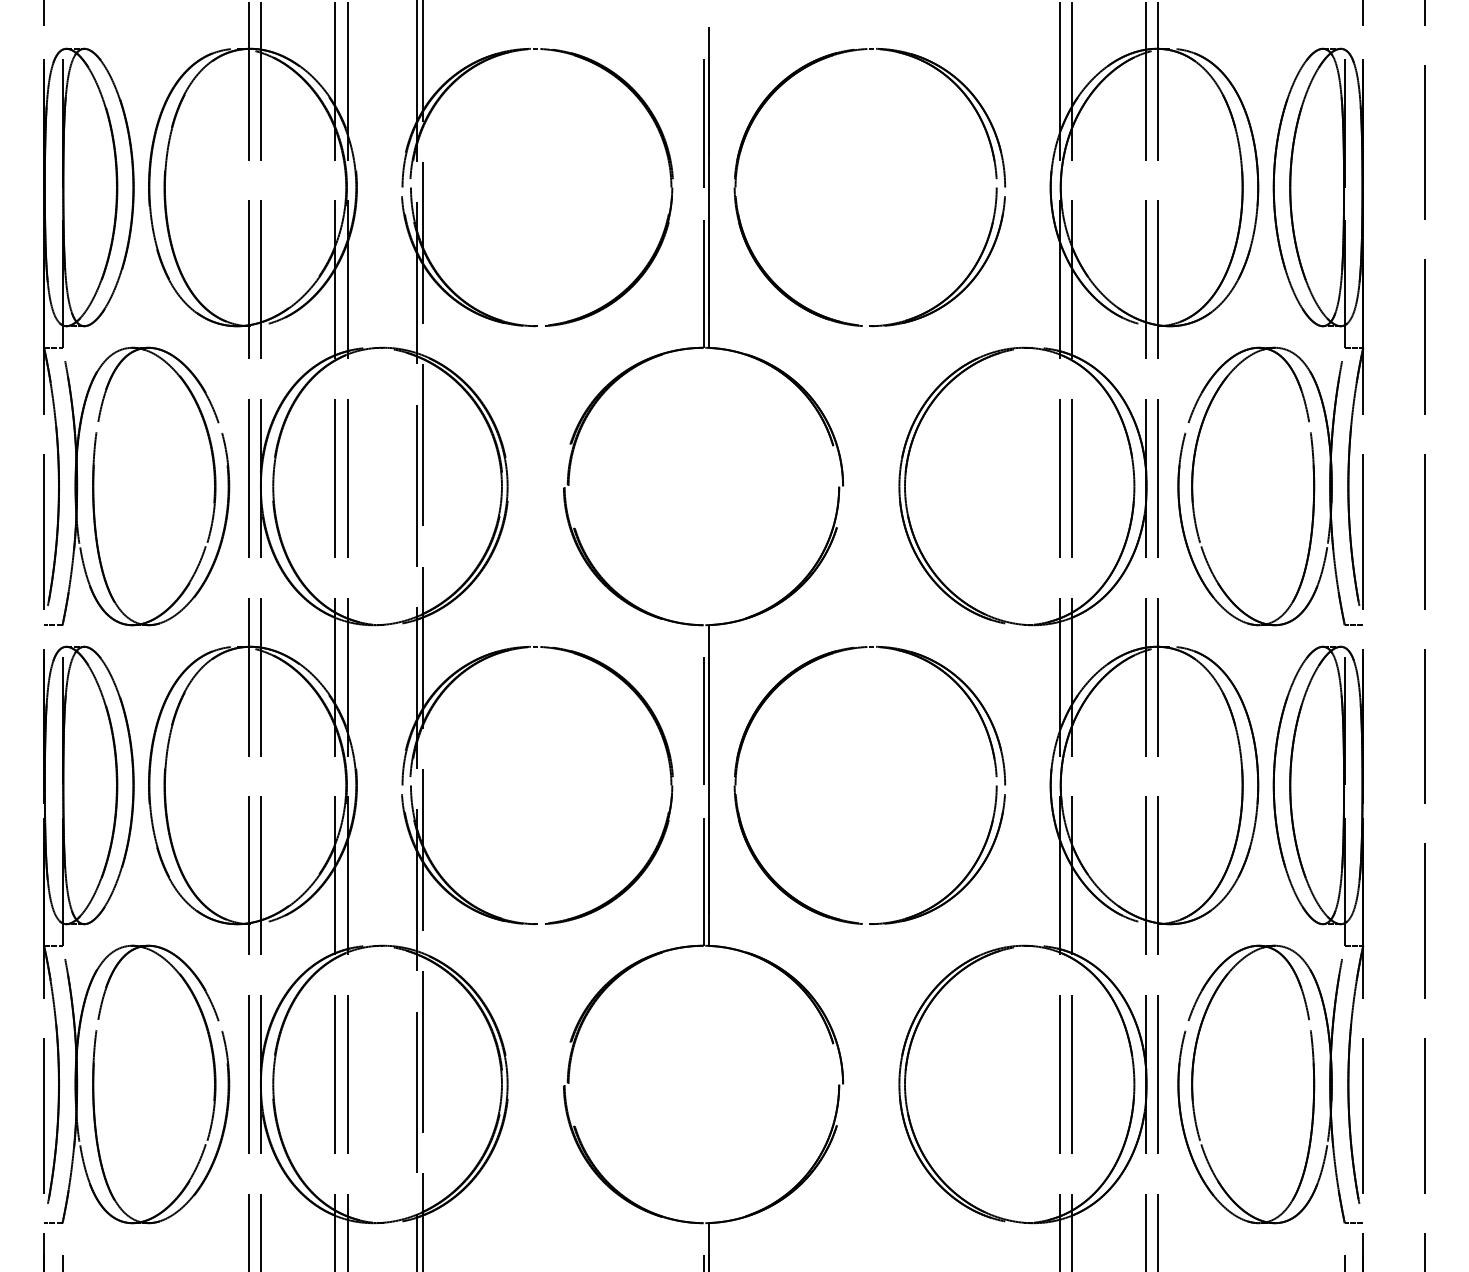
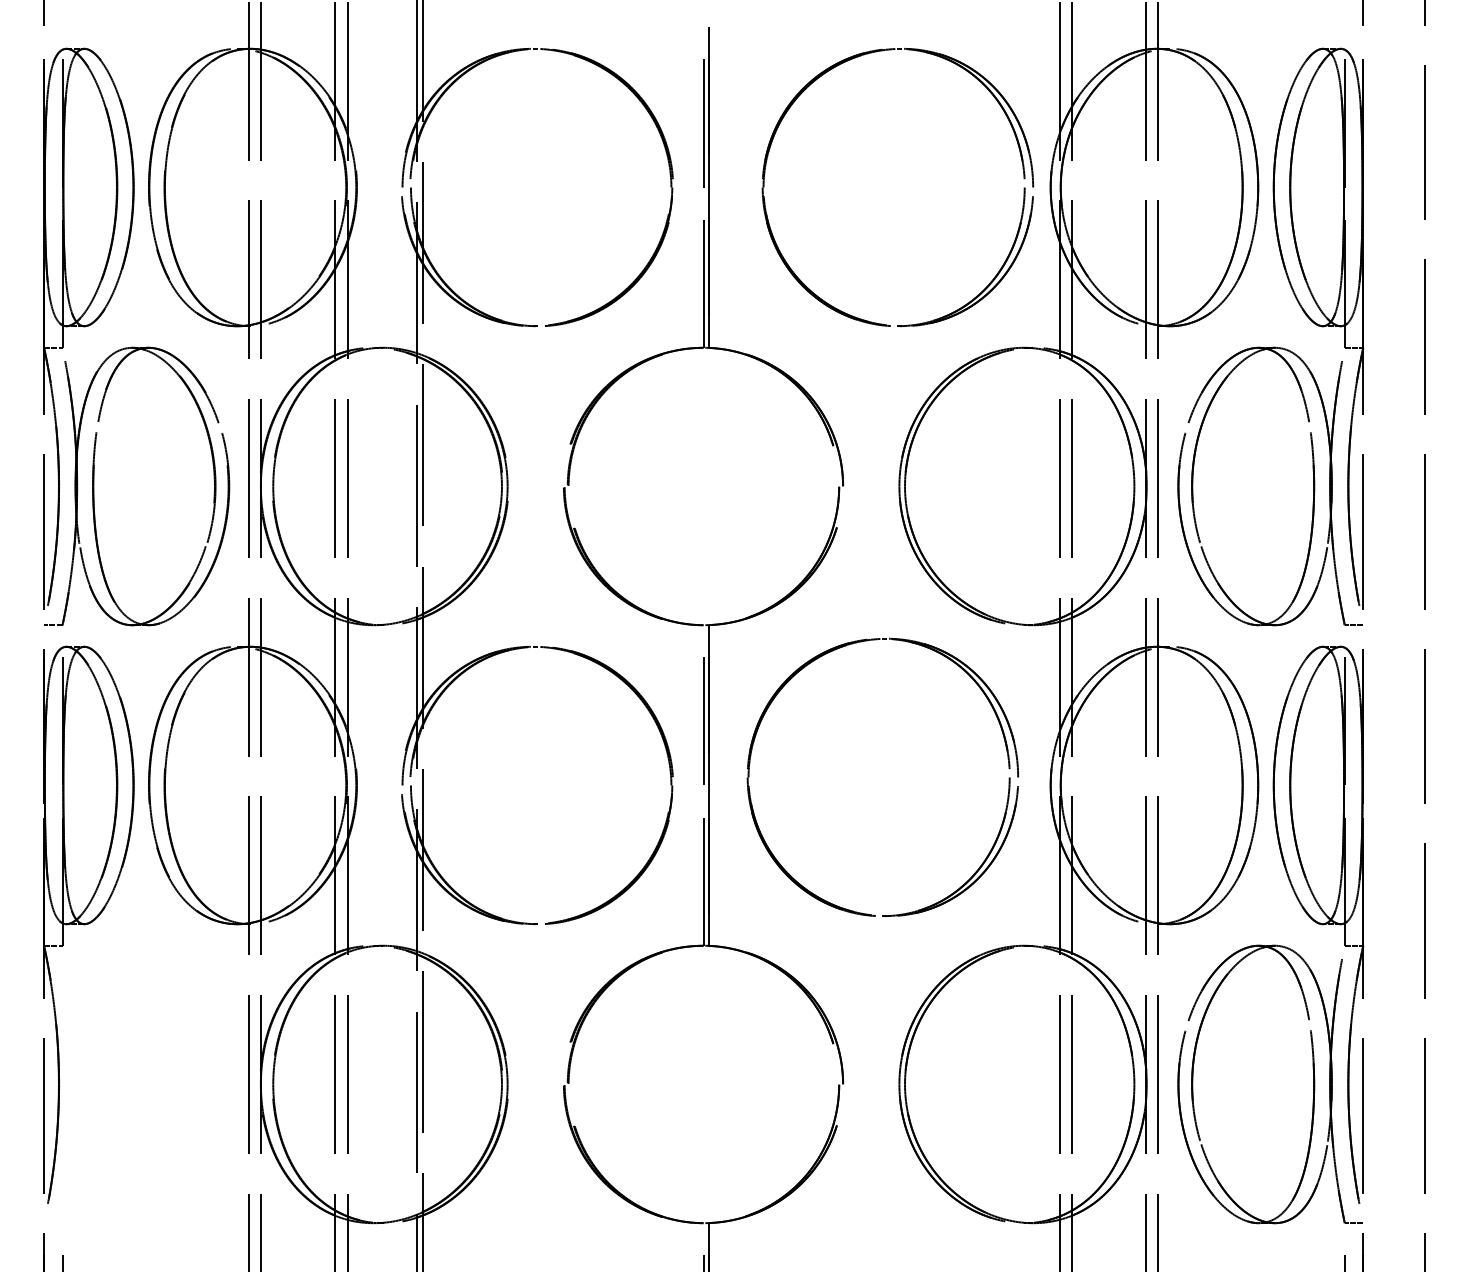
part at (995, 188) position: (995, 188) -> (1023, 188)
part at (995, 786) position: (995, 786) -> (1008, 778)
part at (94, 1084): present -> none
